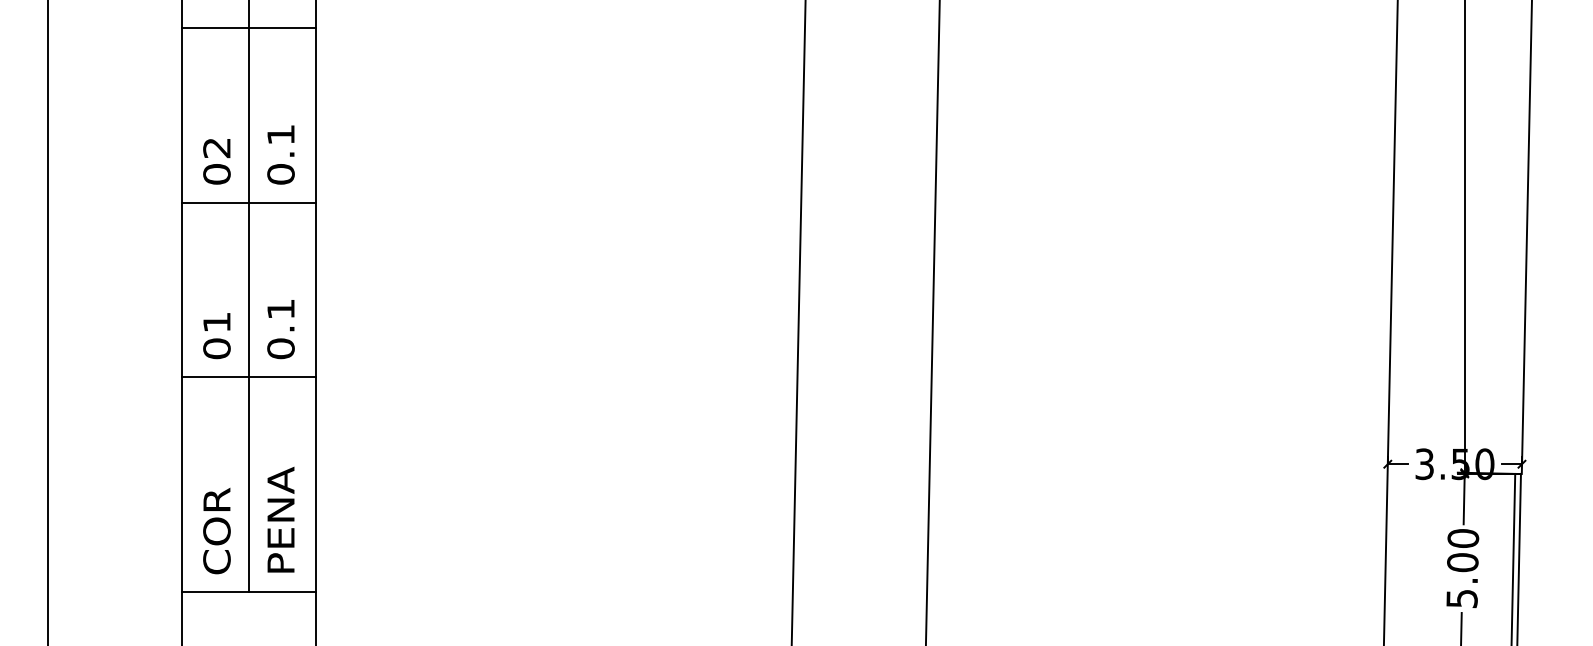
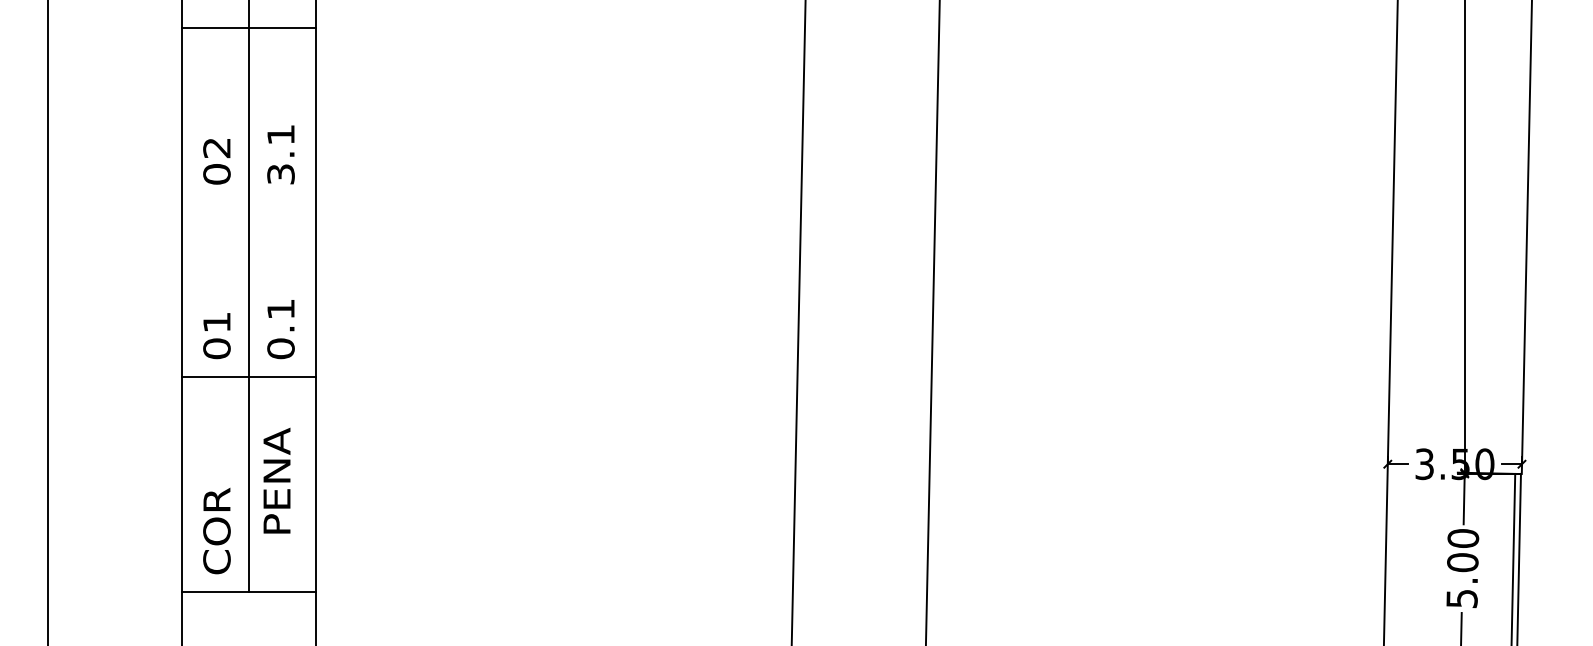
text at (280, 174): 0.1 -> 3.1
line at (248, 202): present -> none
text at (280, 519) position: (280, 519) -> (276, 480)
